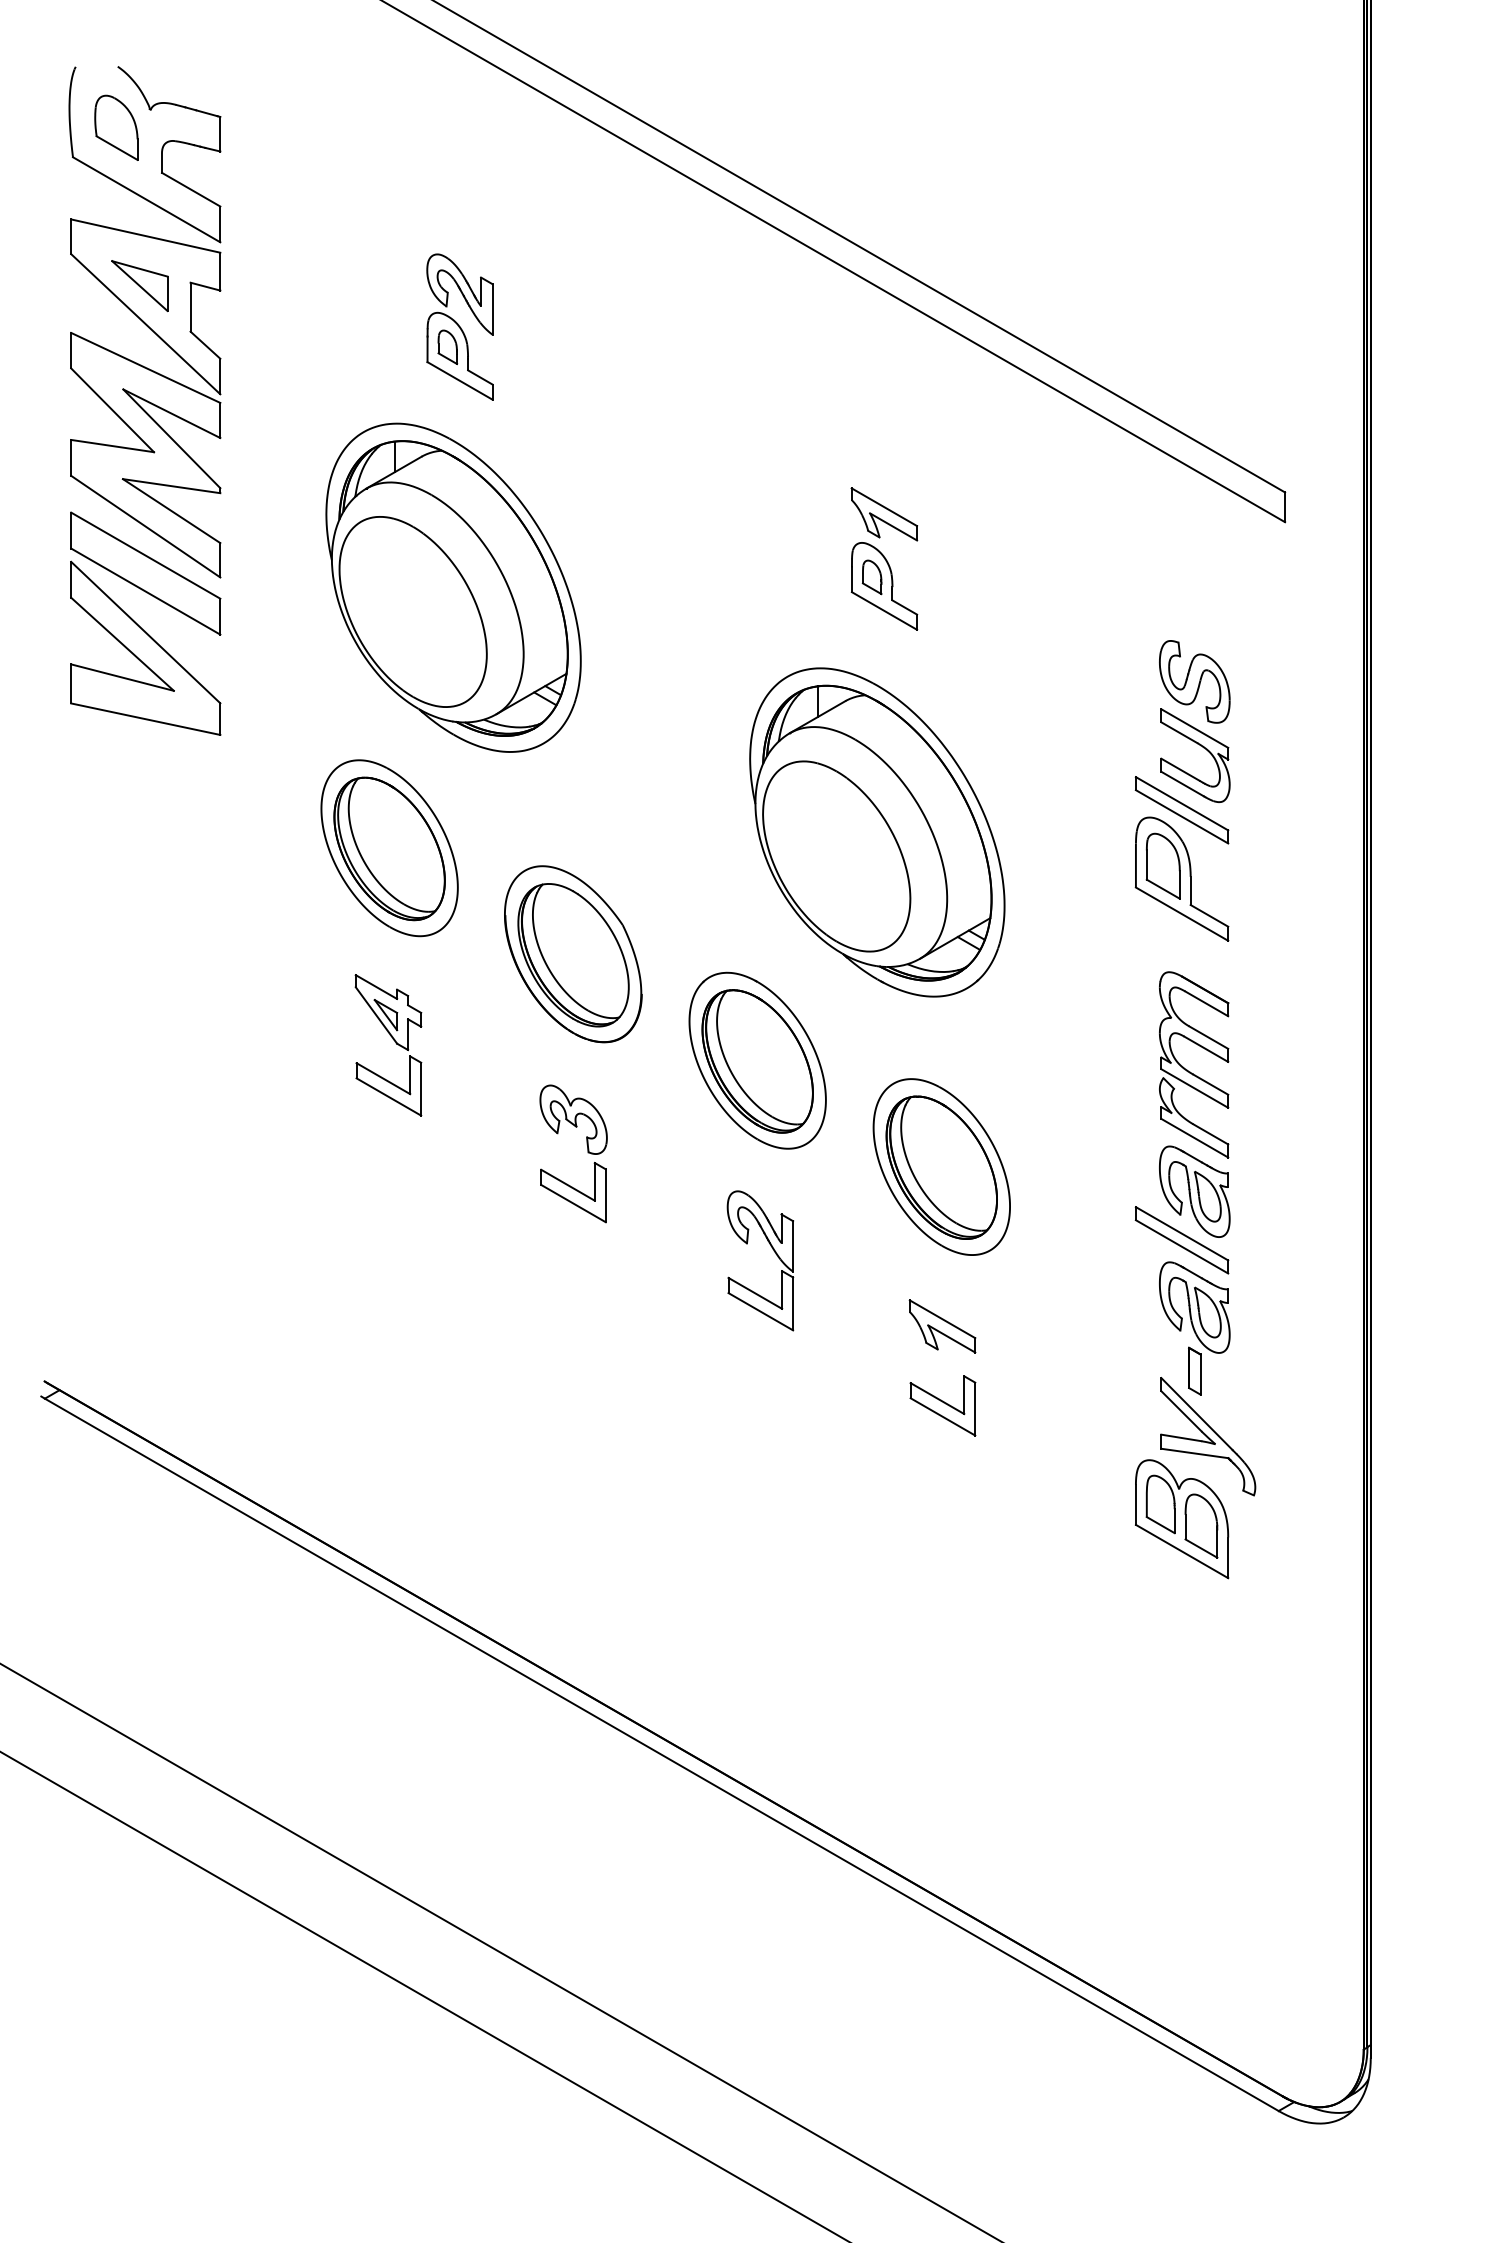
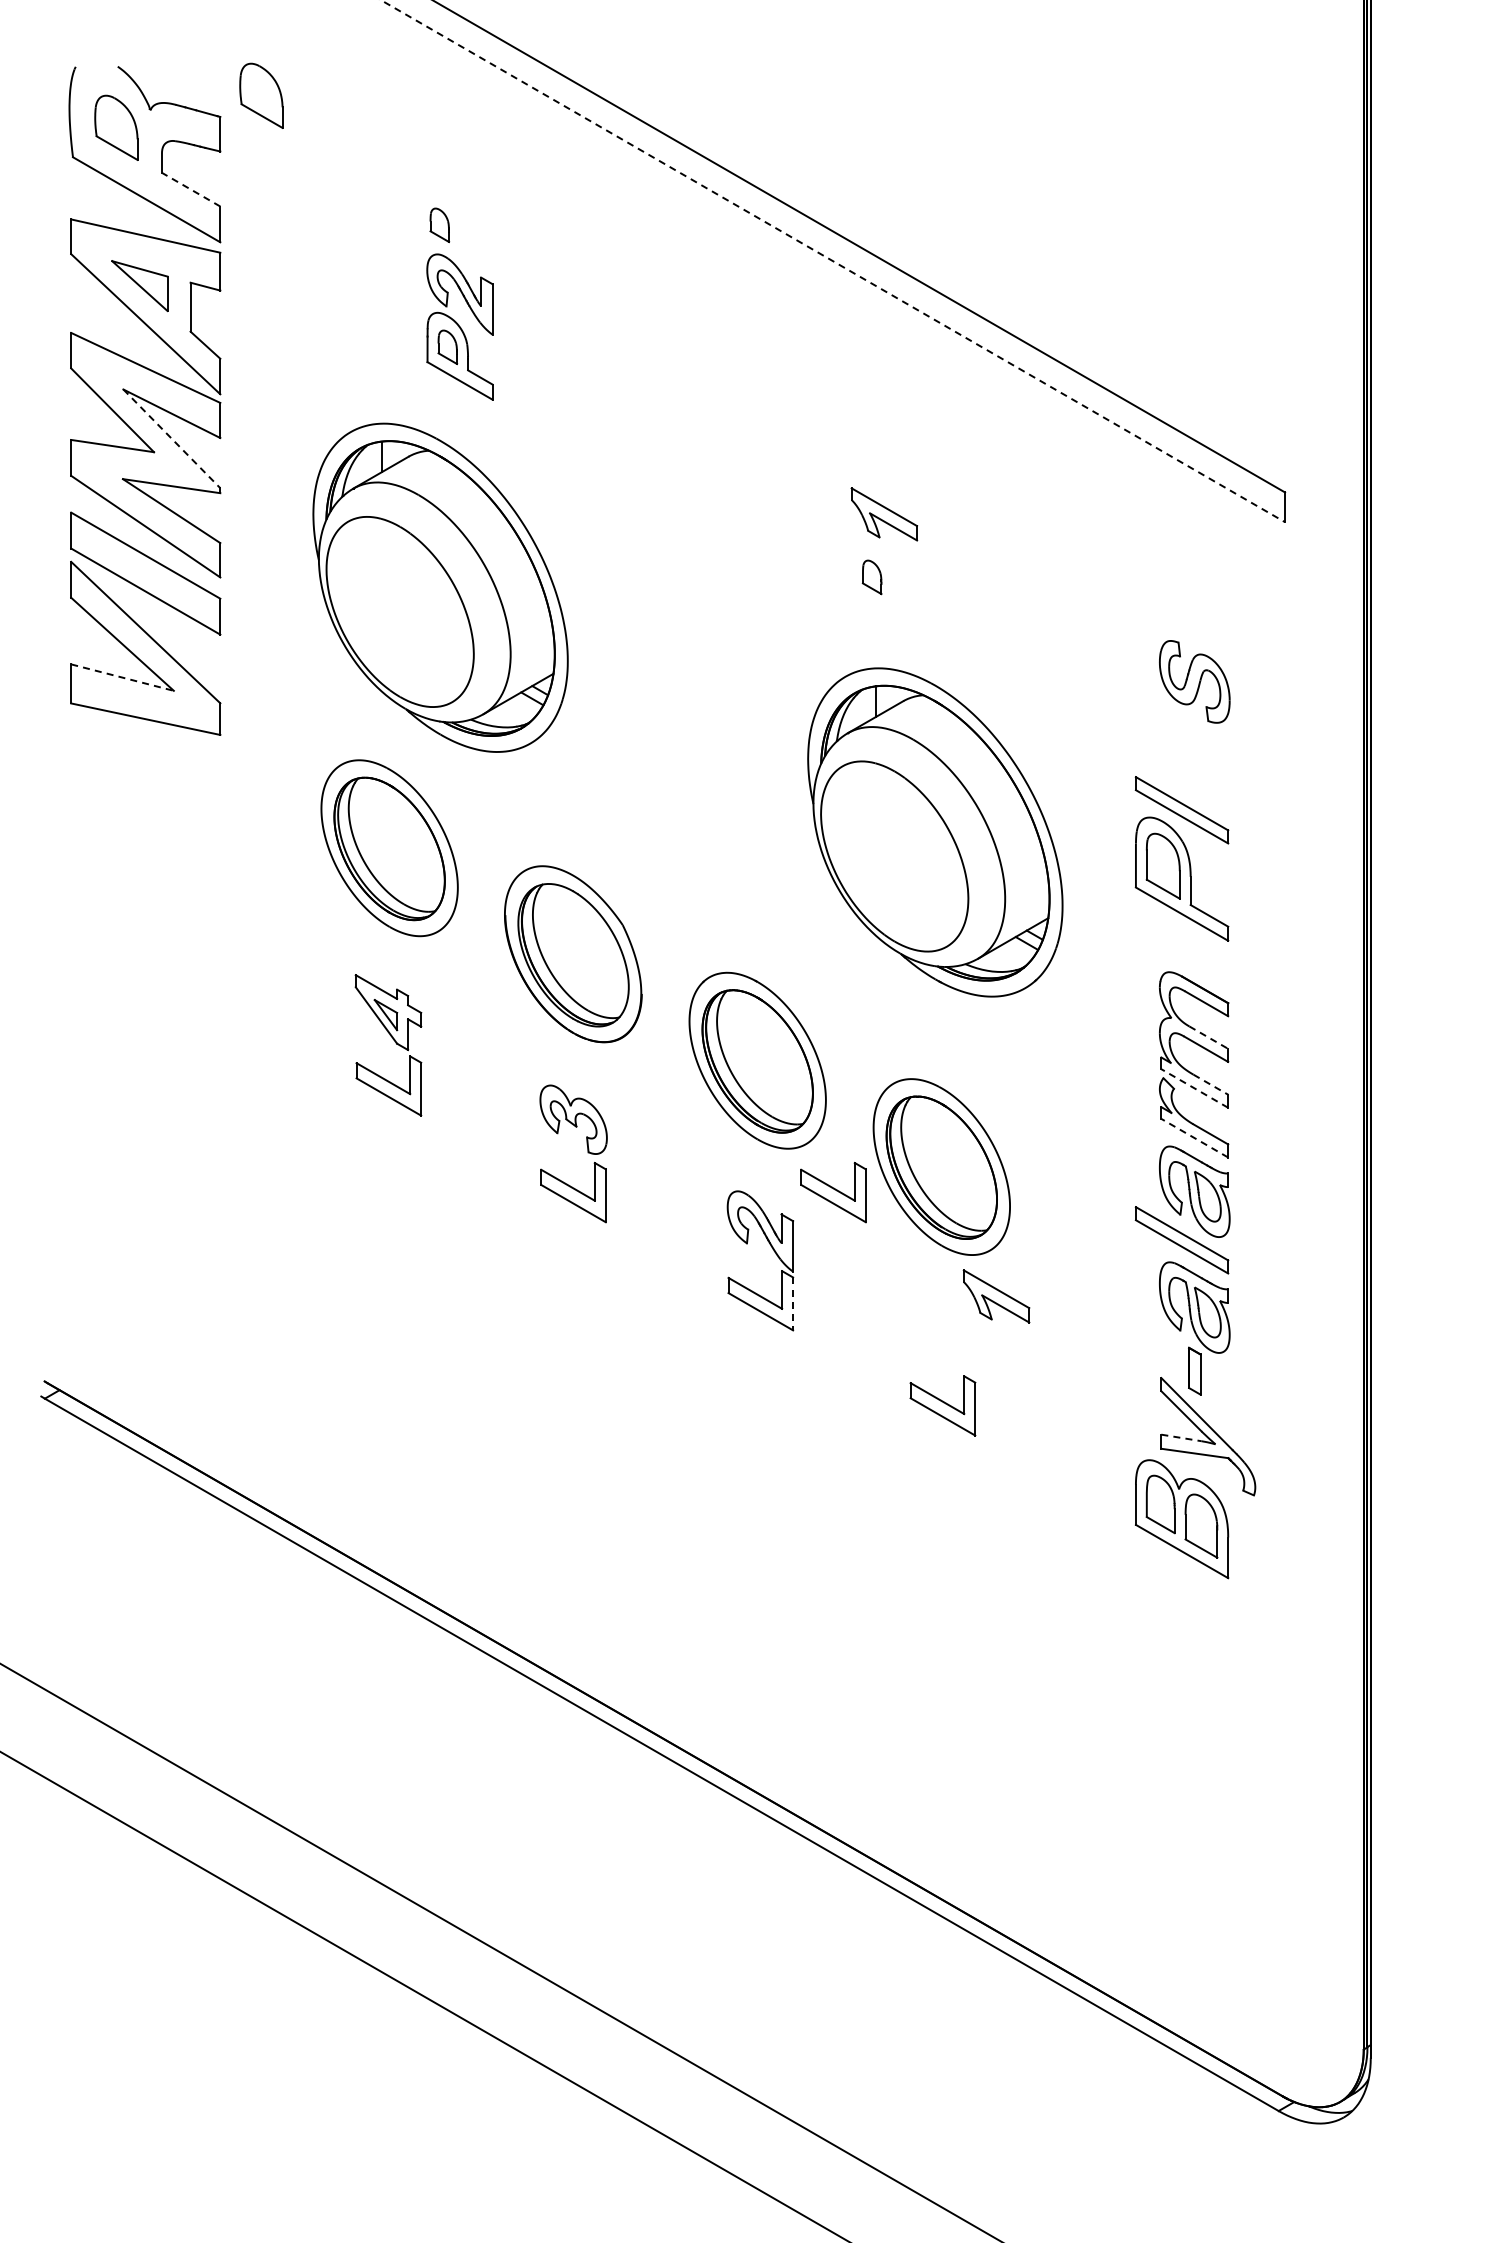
part at (261, 95): none -> present
line at (191, 189): solid -> dashed
part at (439, 225): none -> present
line at (833, 261): solid -> dashed
line at (172, 439): solid -> dashed
part at (884, 586): present -> none
part at (453, 587) position: (453, 587) -> (440, 587)
line at (123, 677): solid -> dashed
part at (1200, 746): present -> none
part at (877, 832) position: (877, 832) -> (935, 832)
line at (1209, 1037): solid -> dashed
line at (1211, 1084): solid -> dashed
line at (1194, 1088): solid -> dashed
line at (1194, 1138): solid -> dashed
part at (833, 1192): none -> present
line at (793, 1304): solid -> dashed
part at (942, 1326) position: (942, 1326) -> (996, 1296)
line at (1181, 1438): solid -> dashed
